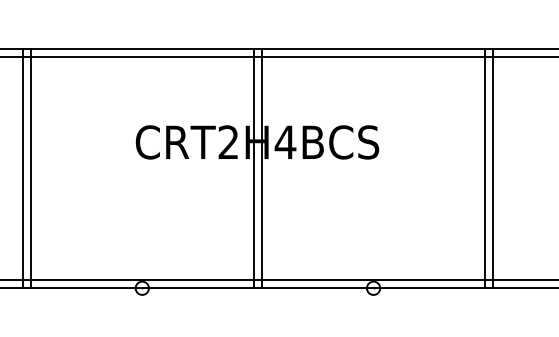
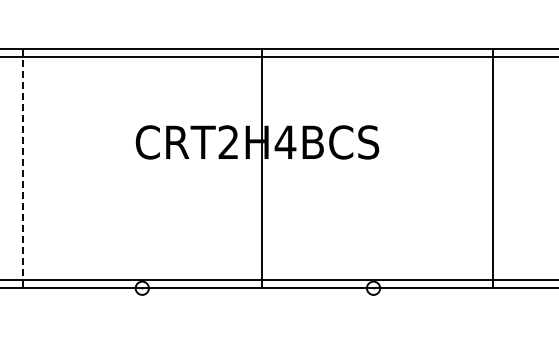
line at (22, 168): solid -> dashed
line at (30, 168): present -> none
line at (253, 168): present -> none
line at (485, 168): present -> none
